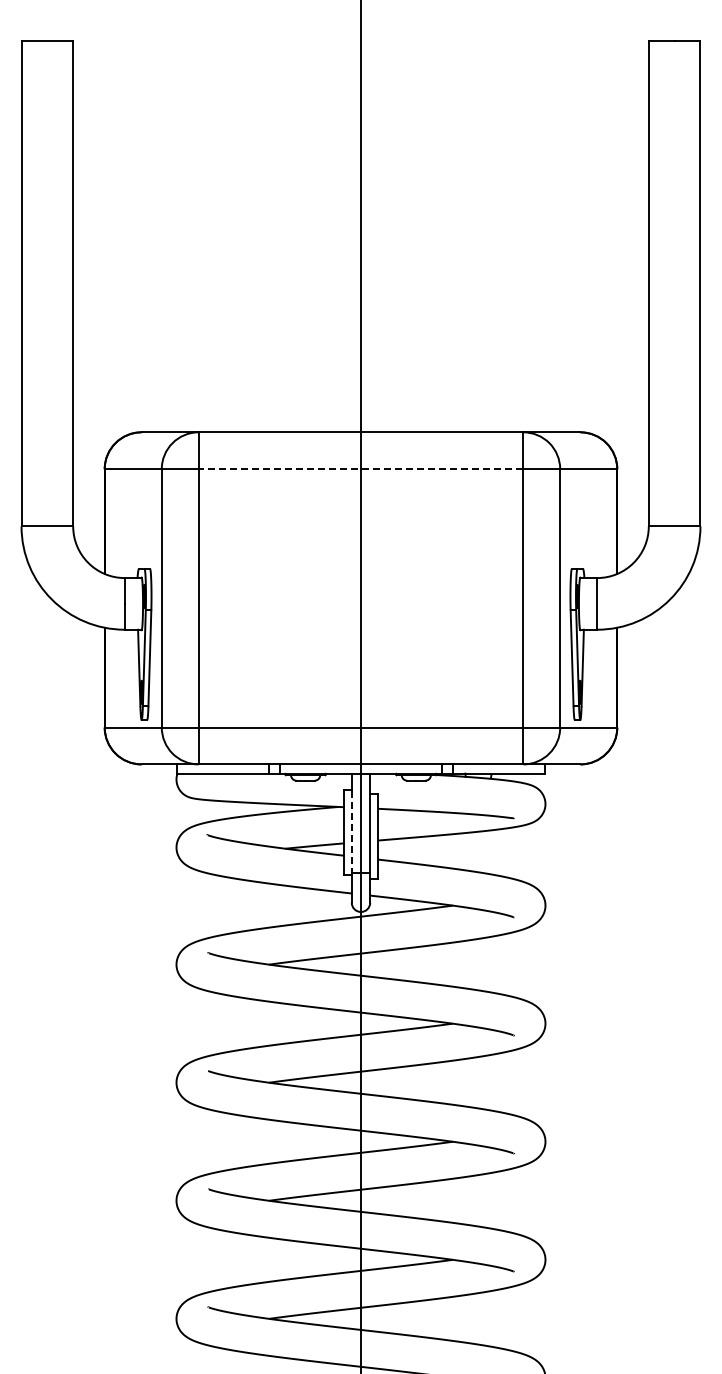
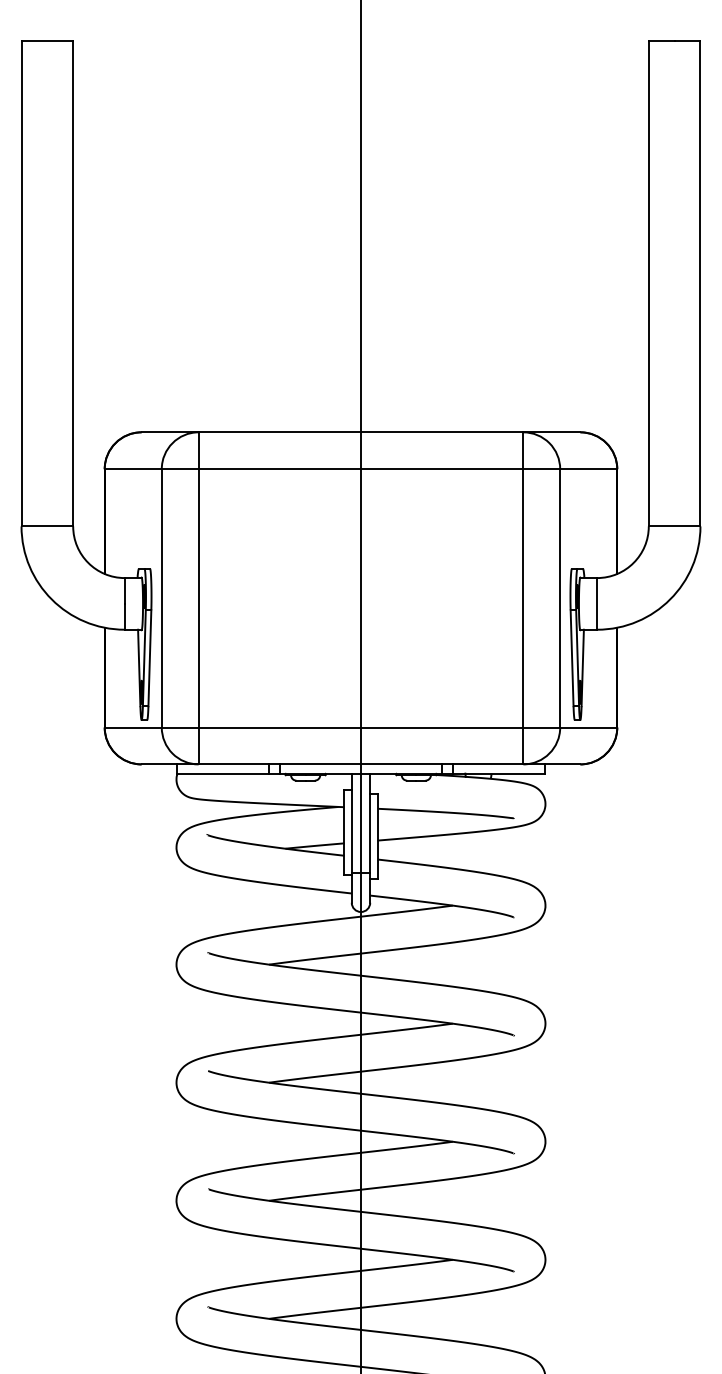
line at (360, 469): dashed -> solid
line at (351, 832): dashed -> solid
